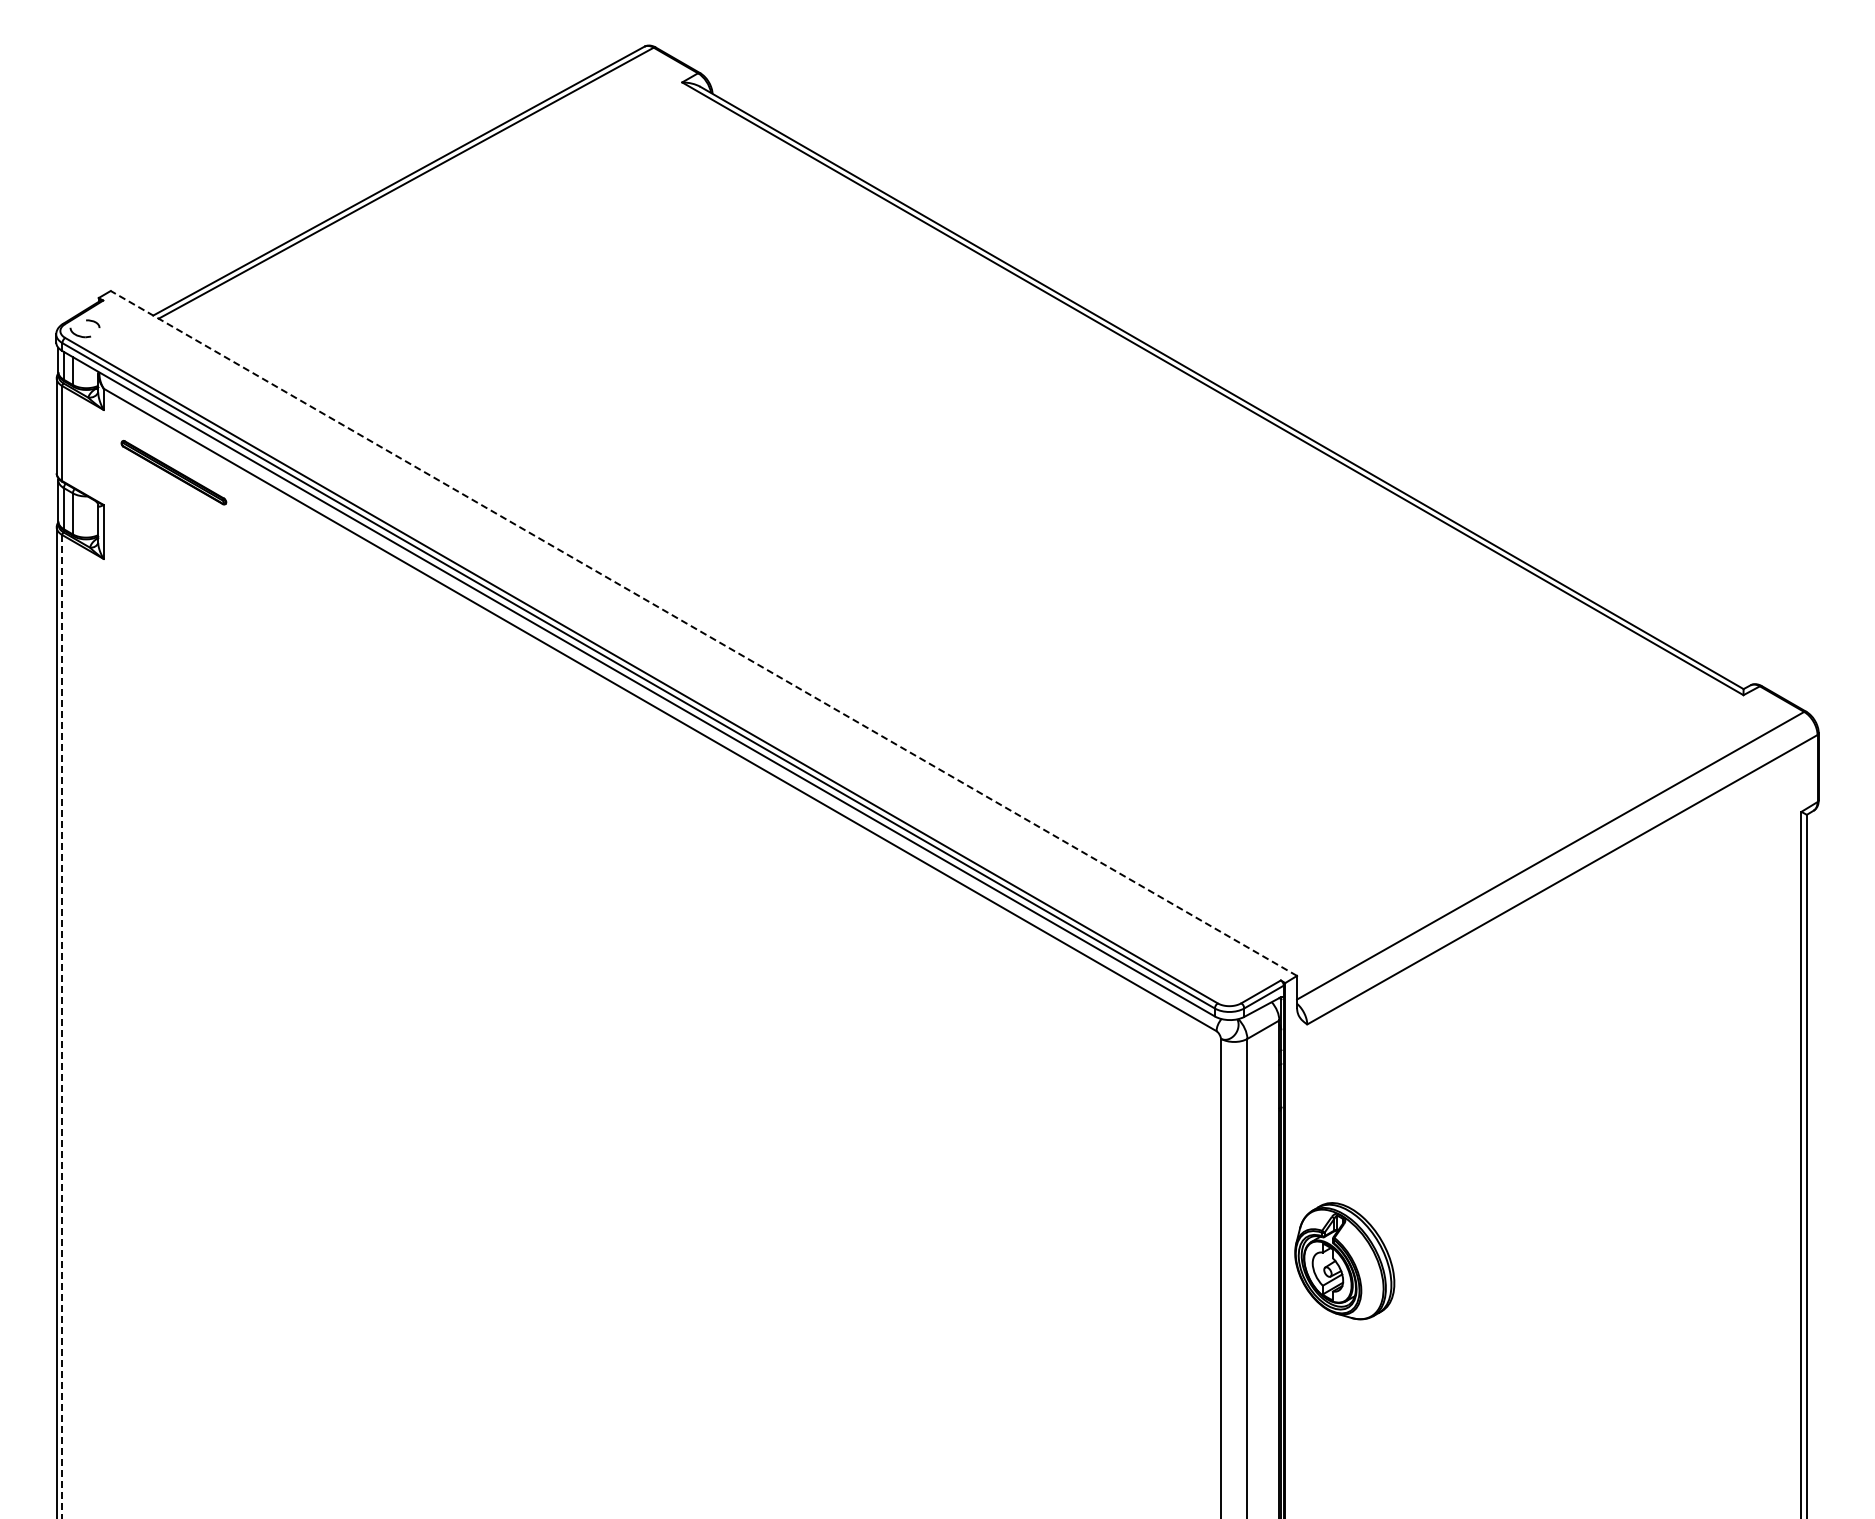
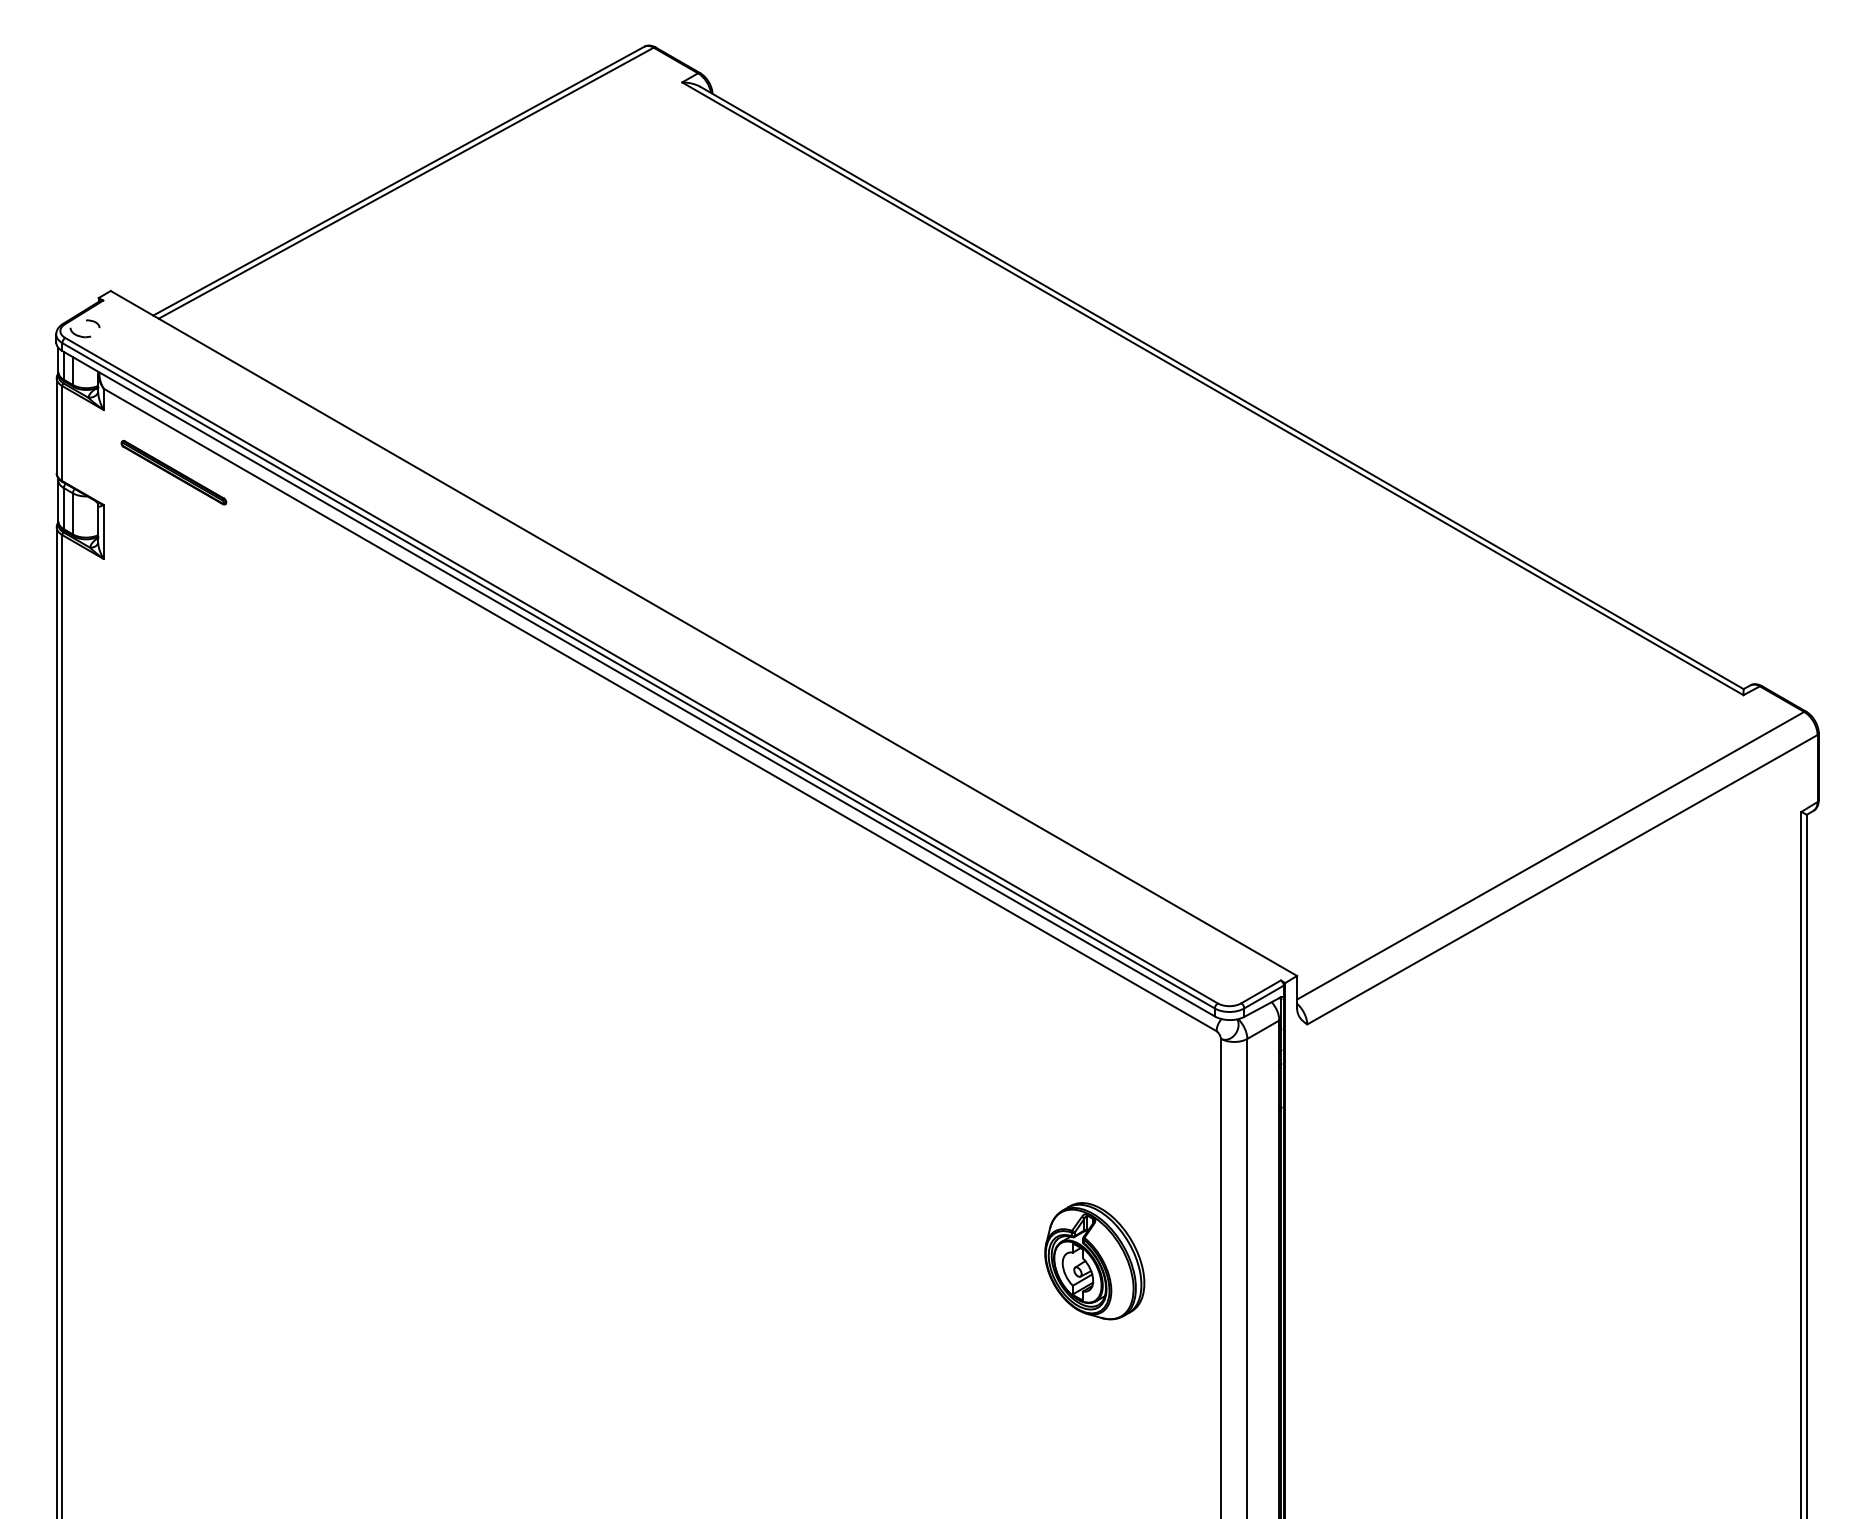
line at (703, 633): dashed -> solid
line at (62, 1026): dashed -> solid
part at (1344, 1261) position: (1344, 1261) -> (1094, 1261)
